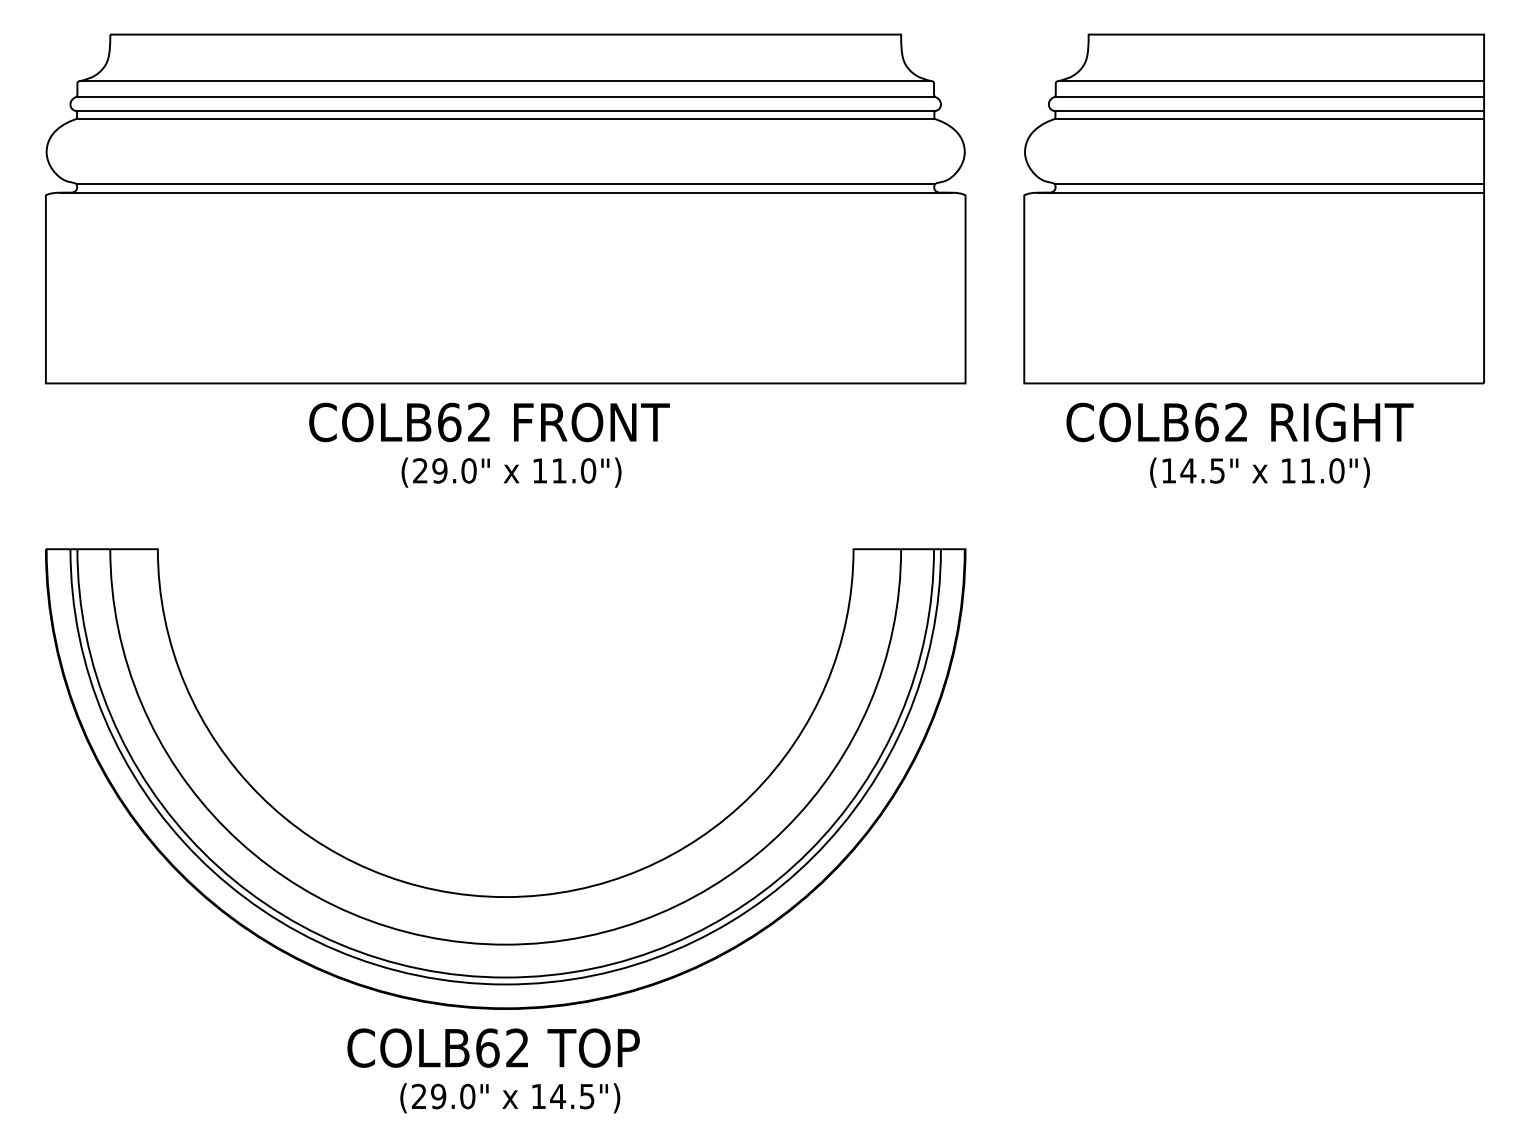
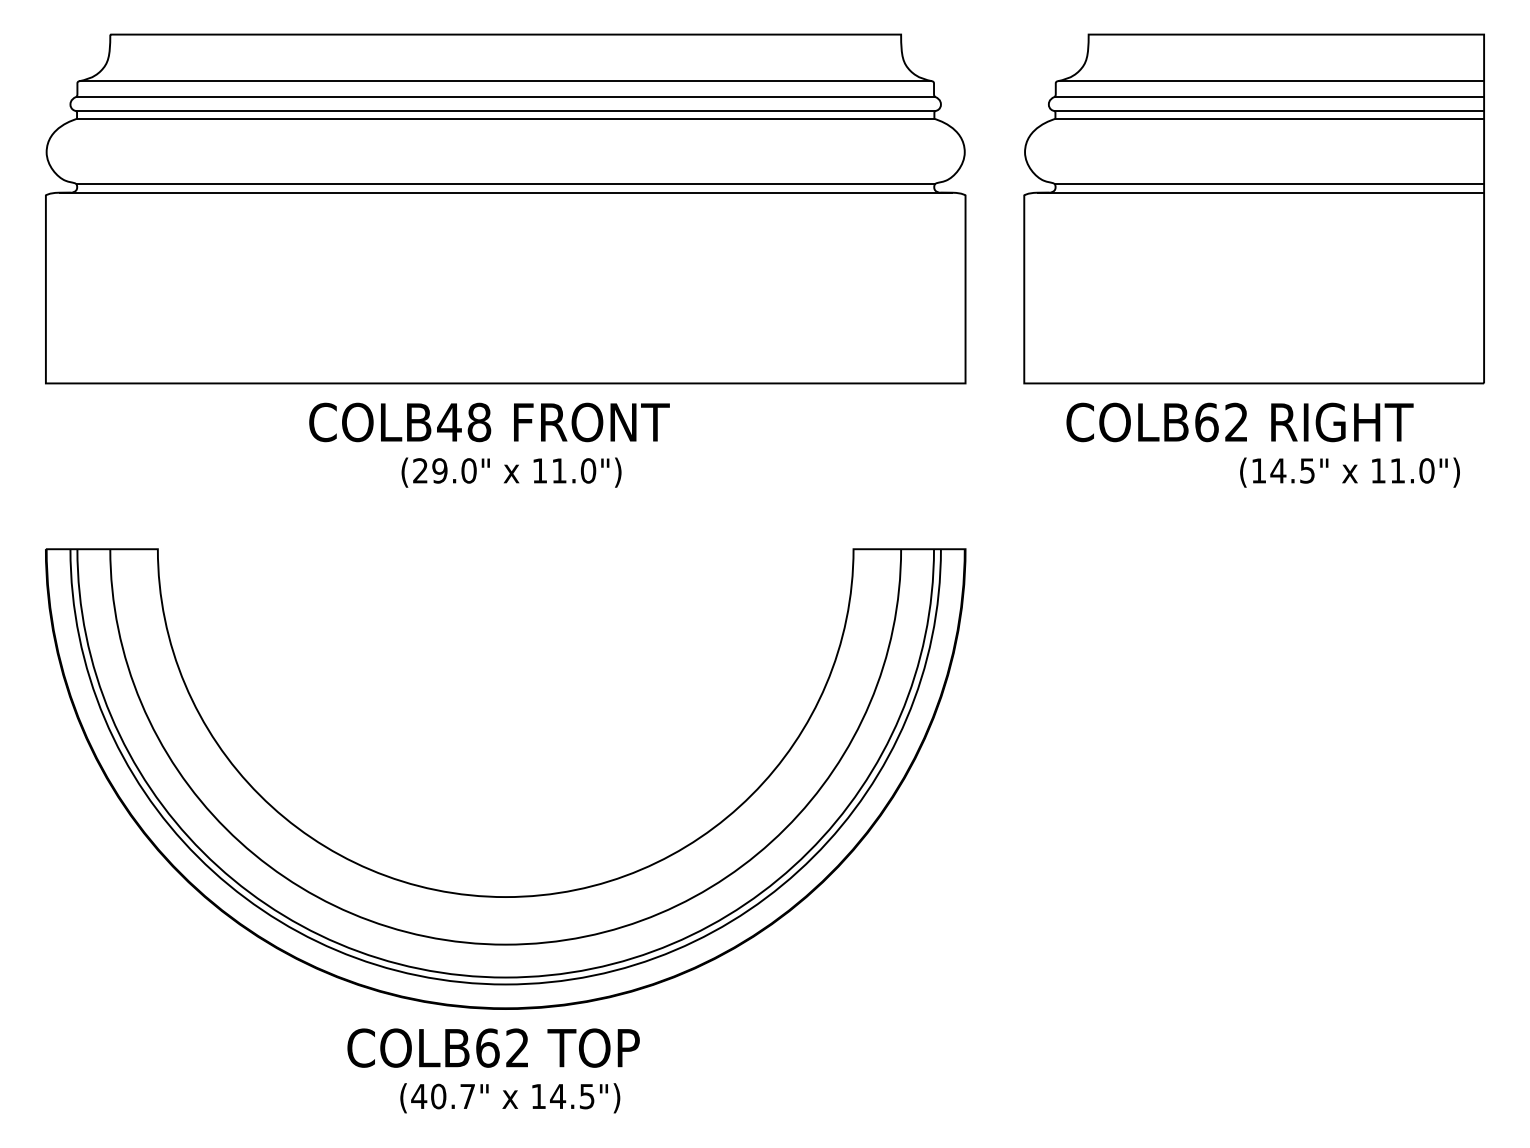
text at (464, 422): COLB62 -> COLB48
text at (1259, 472) position: (1259, 472) -> (1349, 472)
text at (443, 1096): (29.0" -> (40.7"
